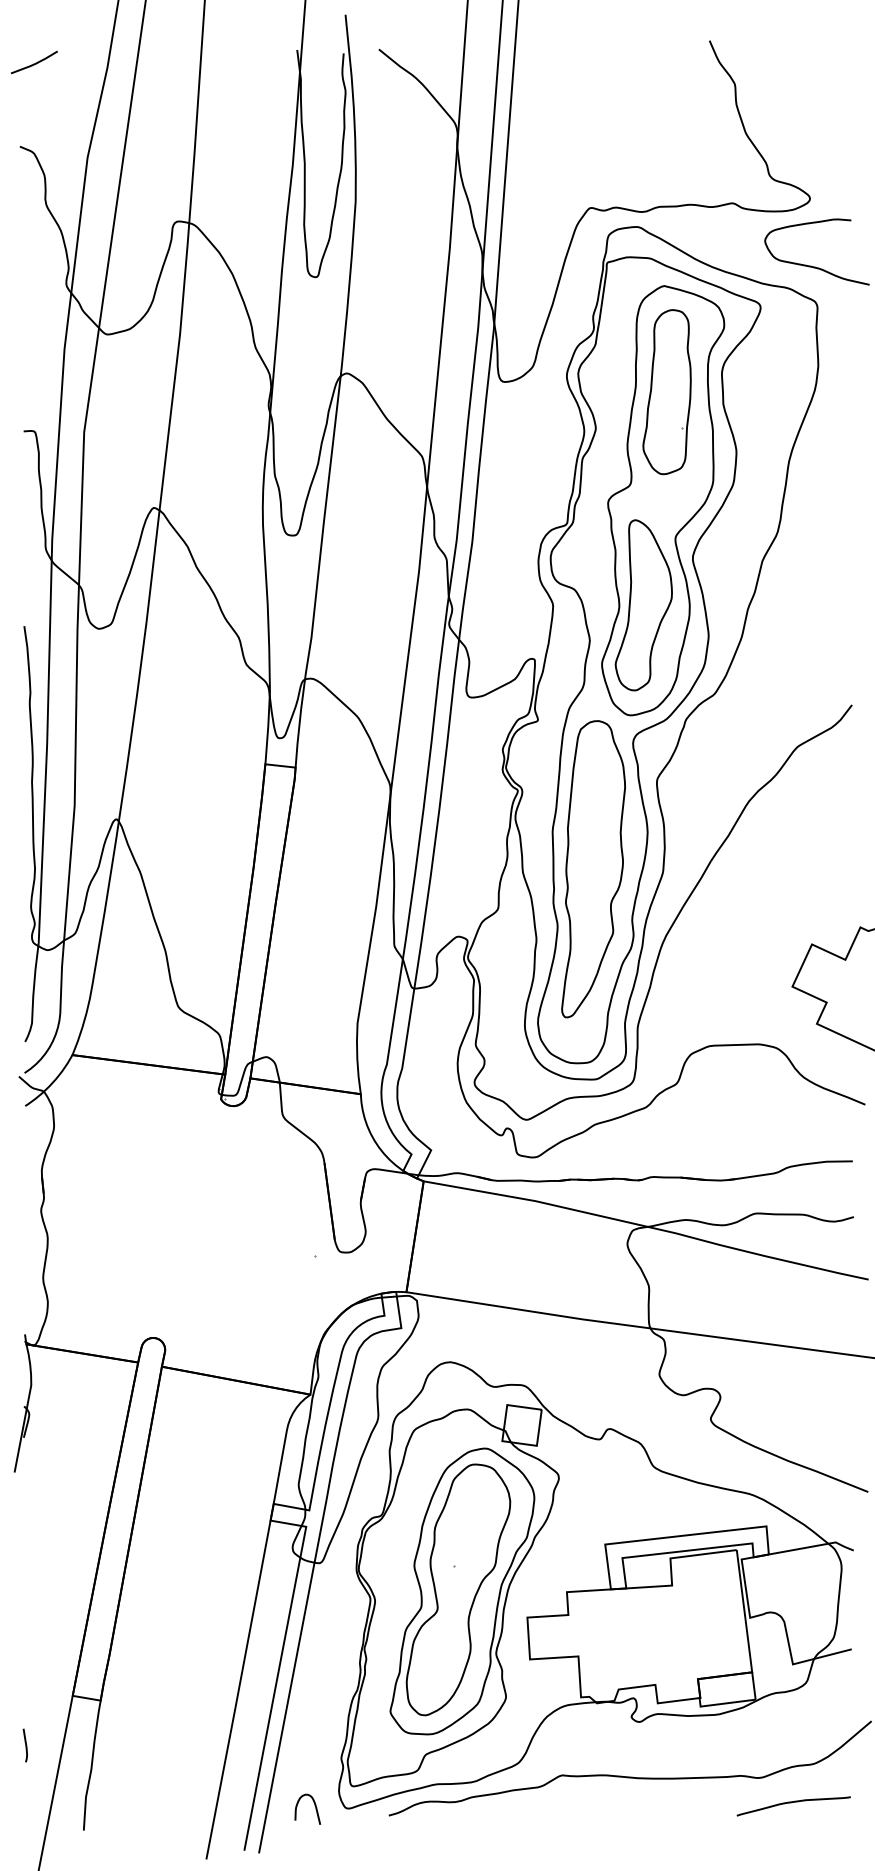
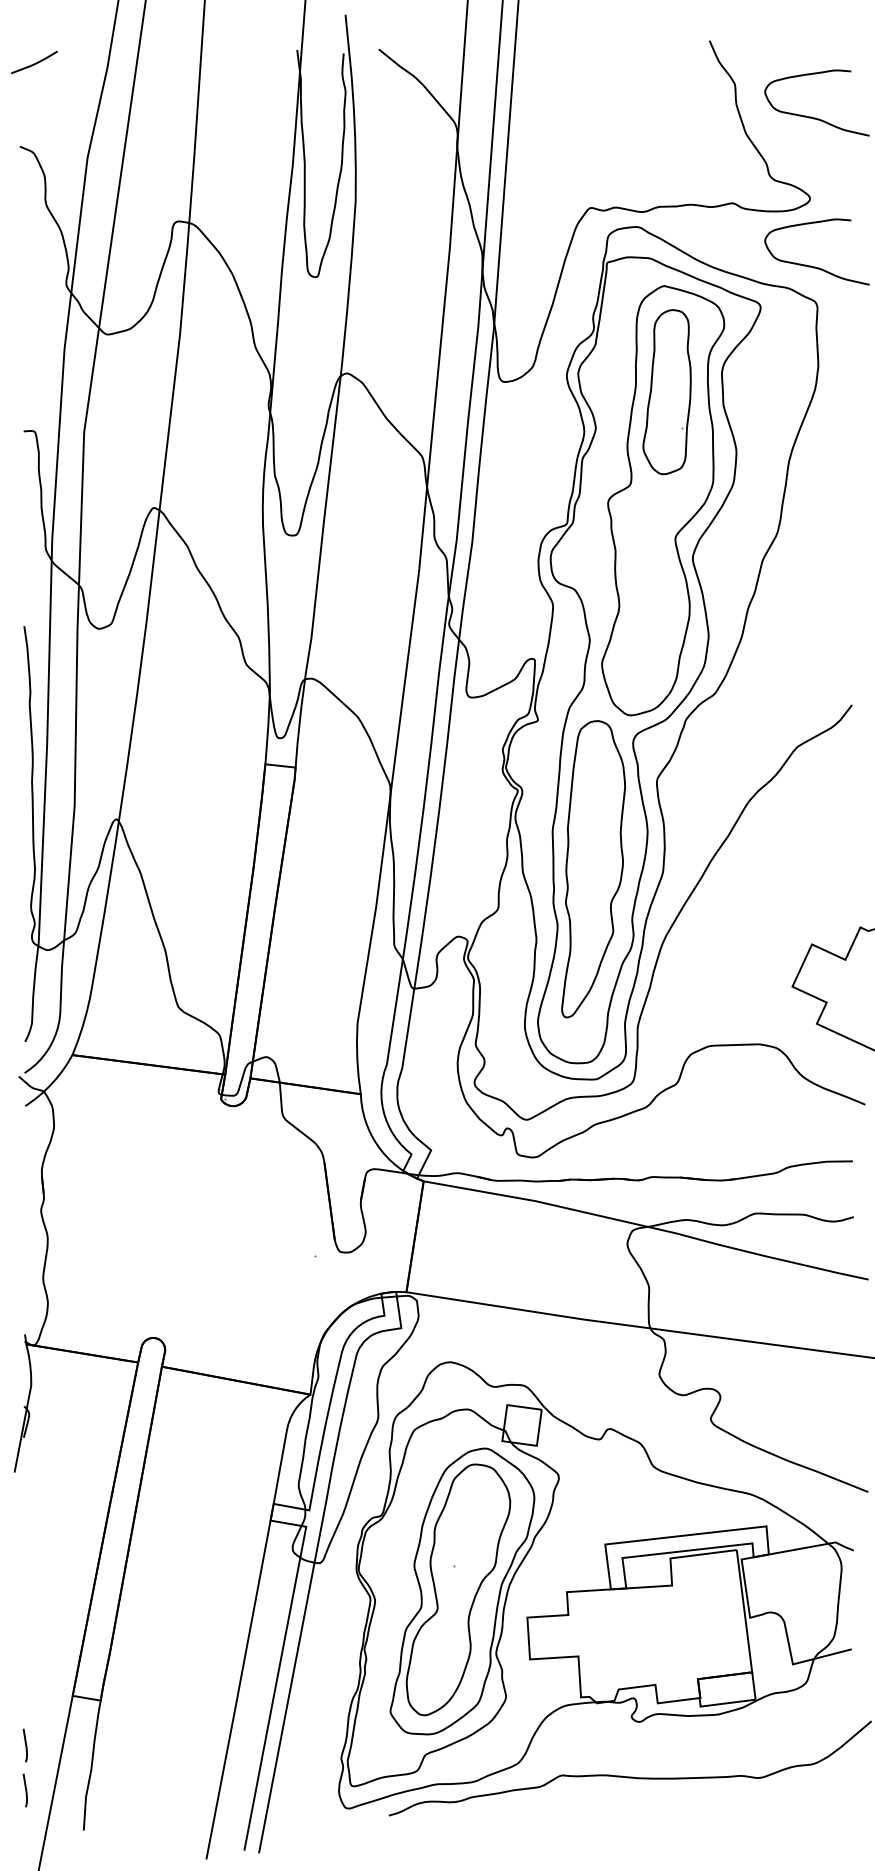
curve at (811, 116): none -> present
part at (643, 605): present -> none
line at (25, 1790): none -> present
curve at (791, 1803): present -> none
curve at (314, 1805): present -> none
